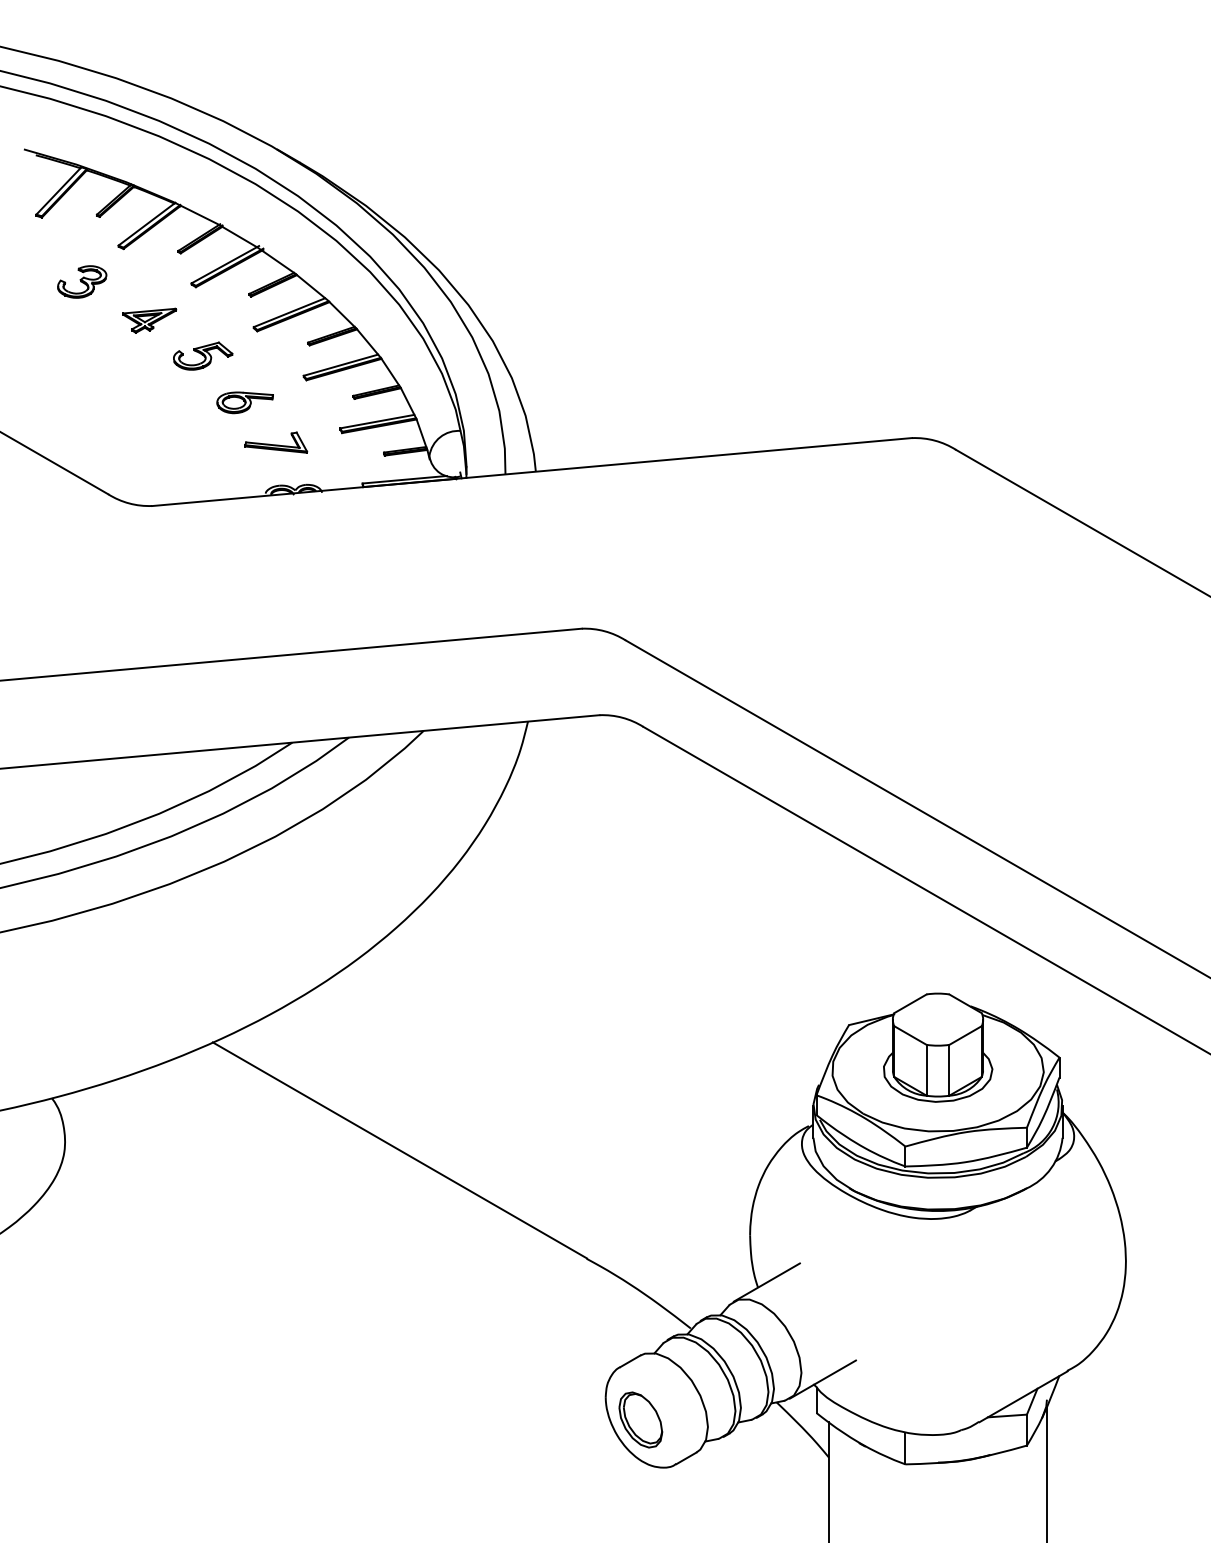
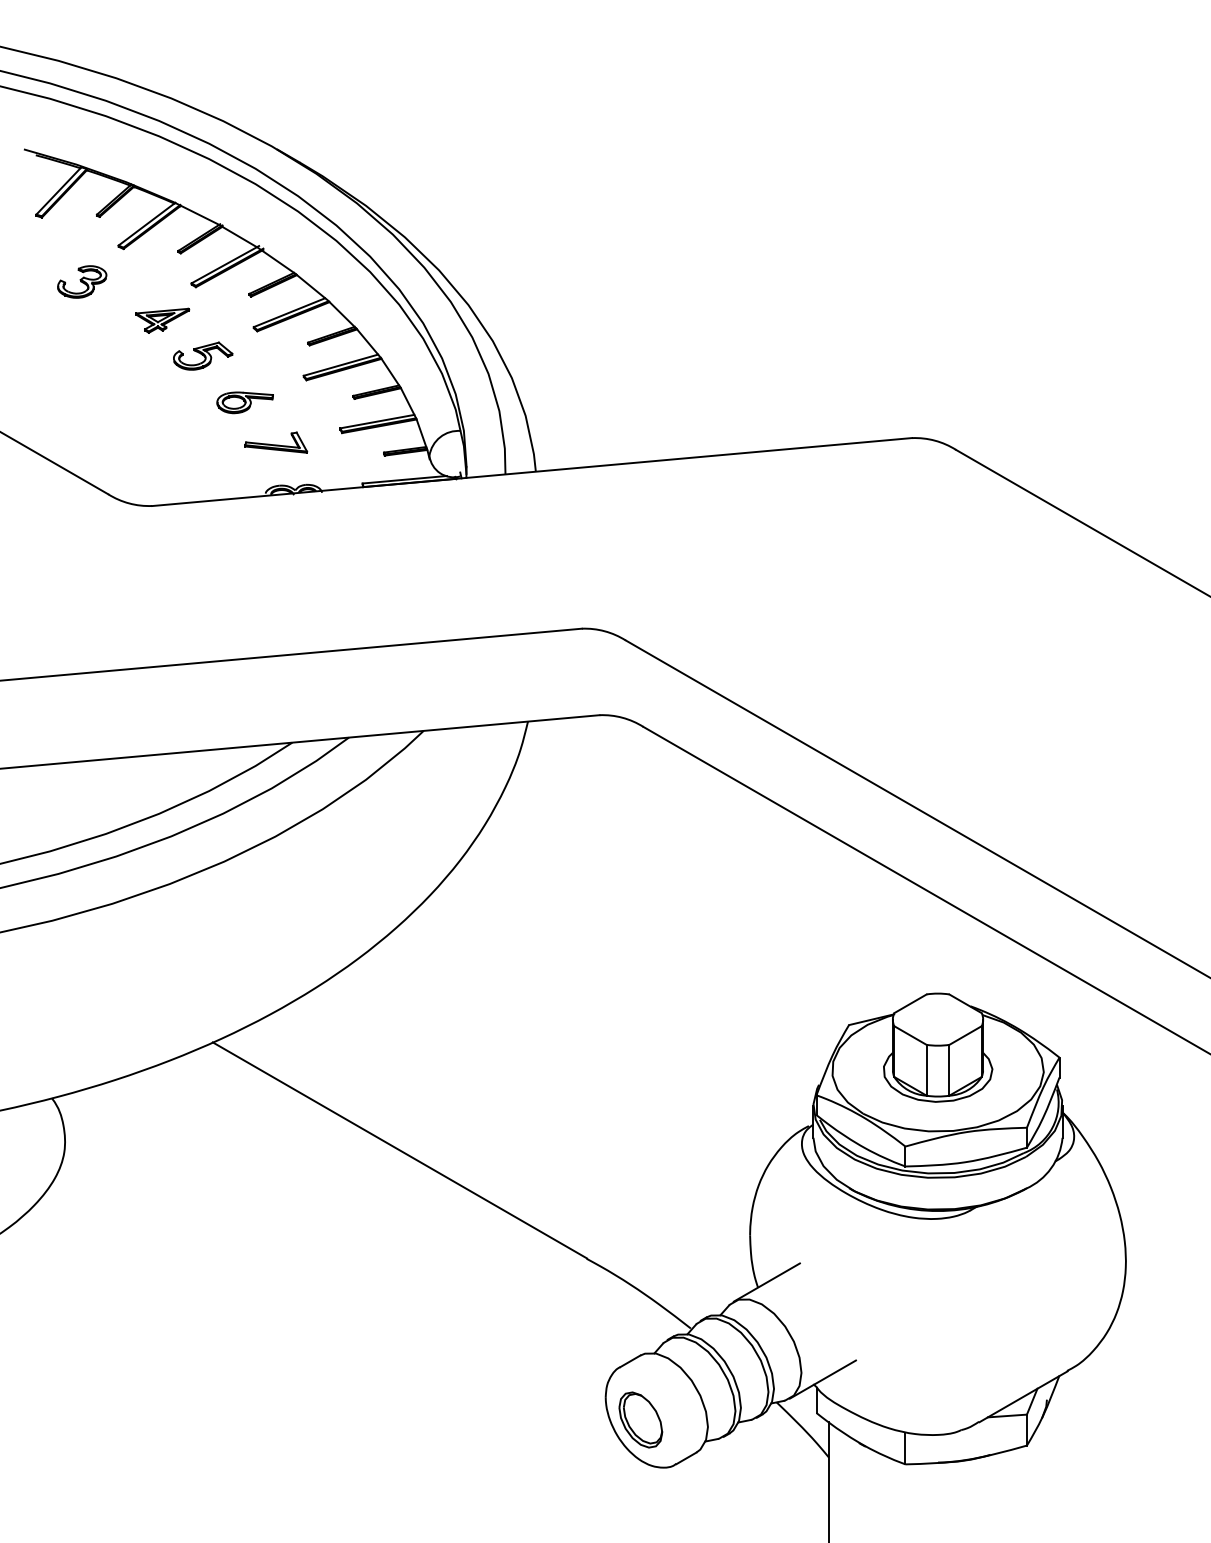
part at (149, 320) position: (149, 320) -> (162, 320)
line at (1046, 1472): present -> none
